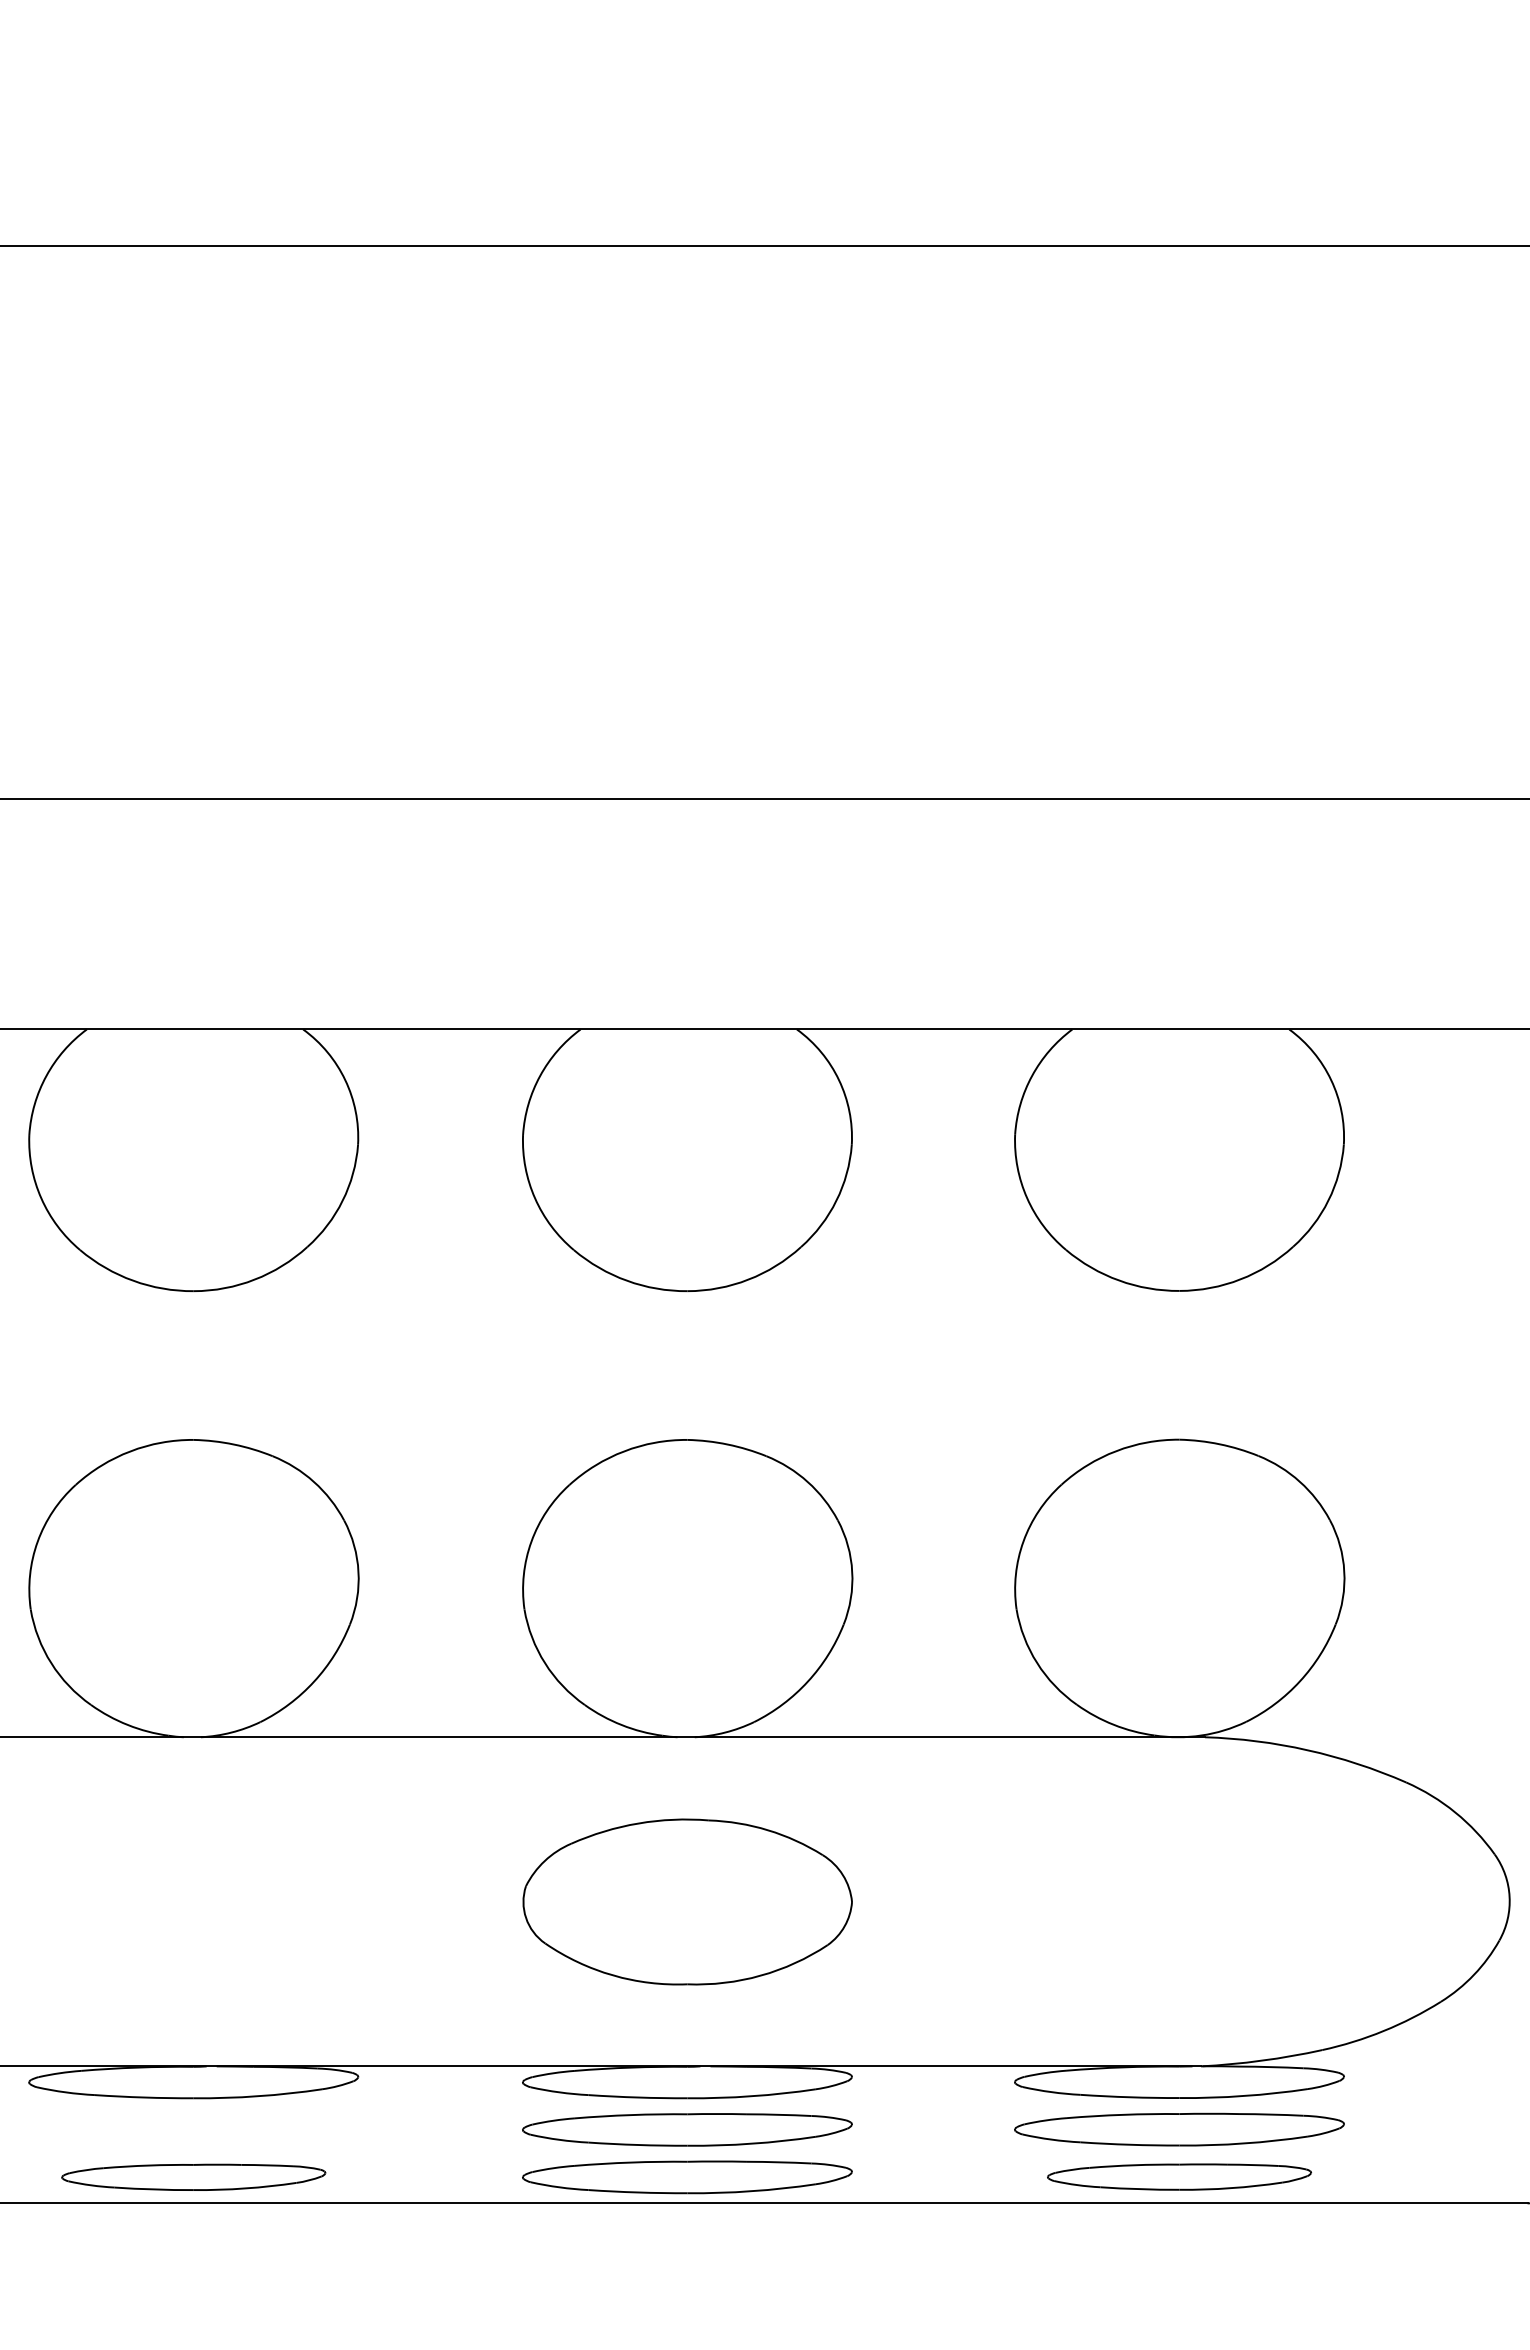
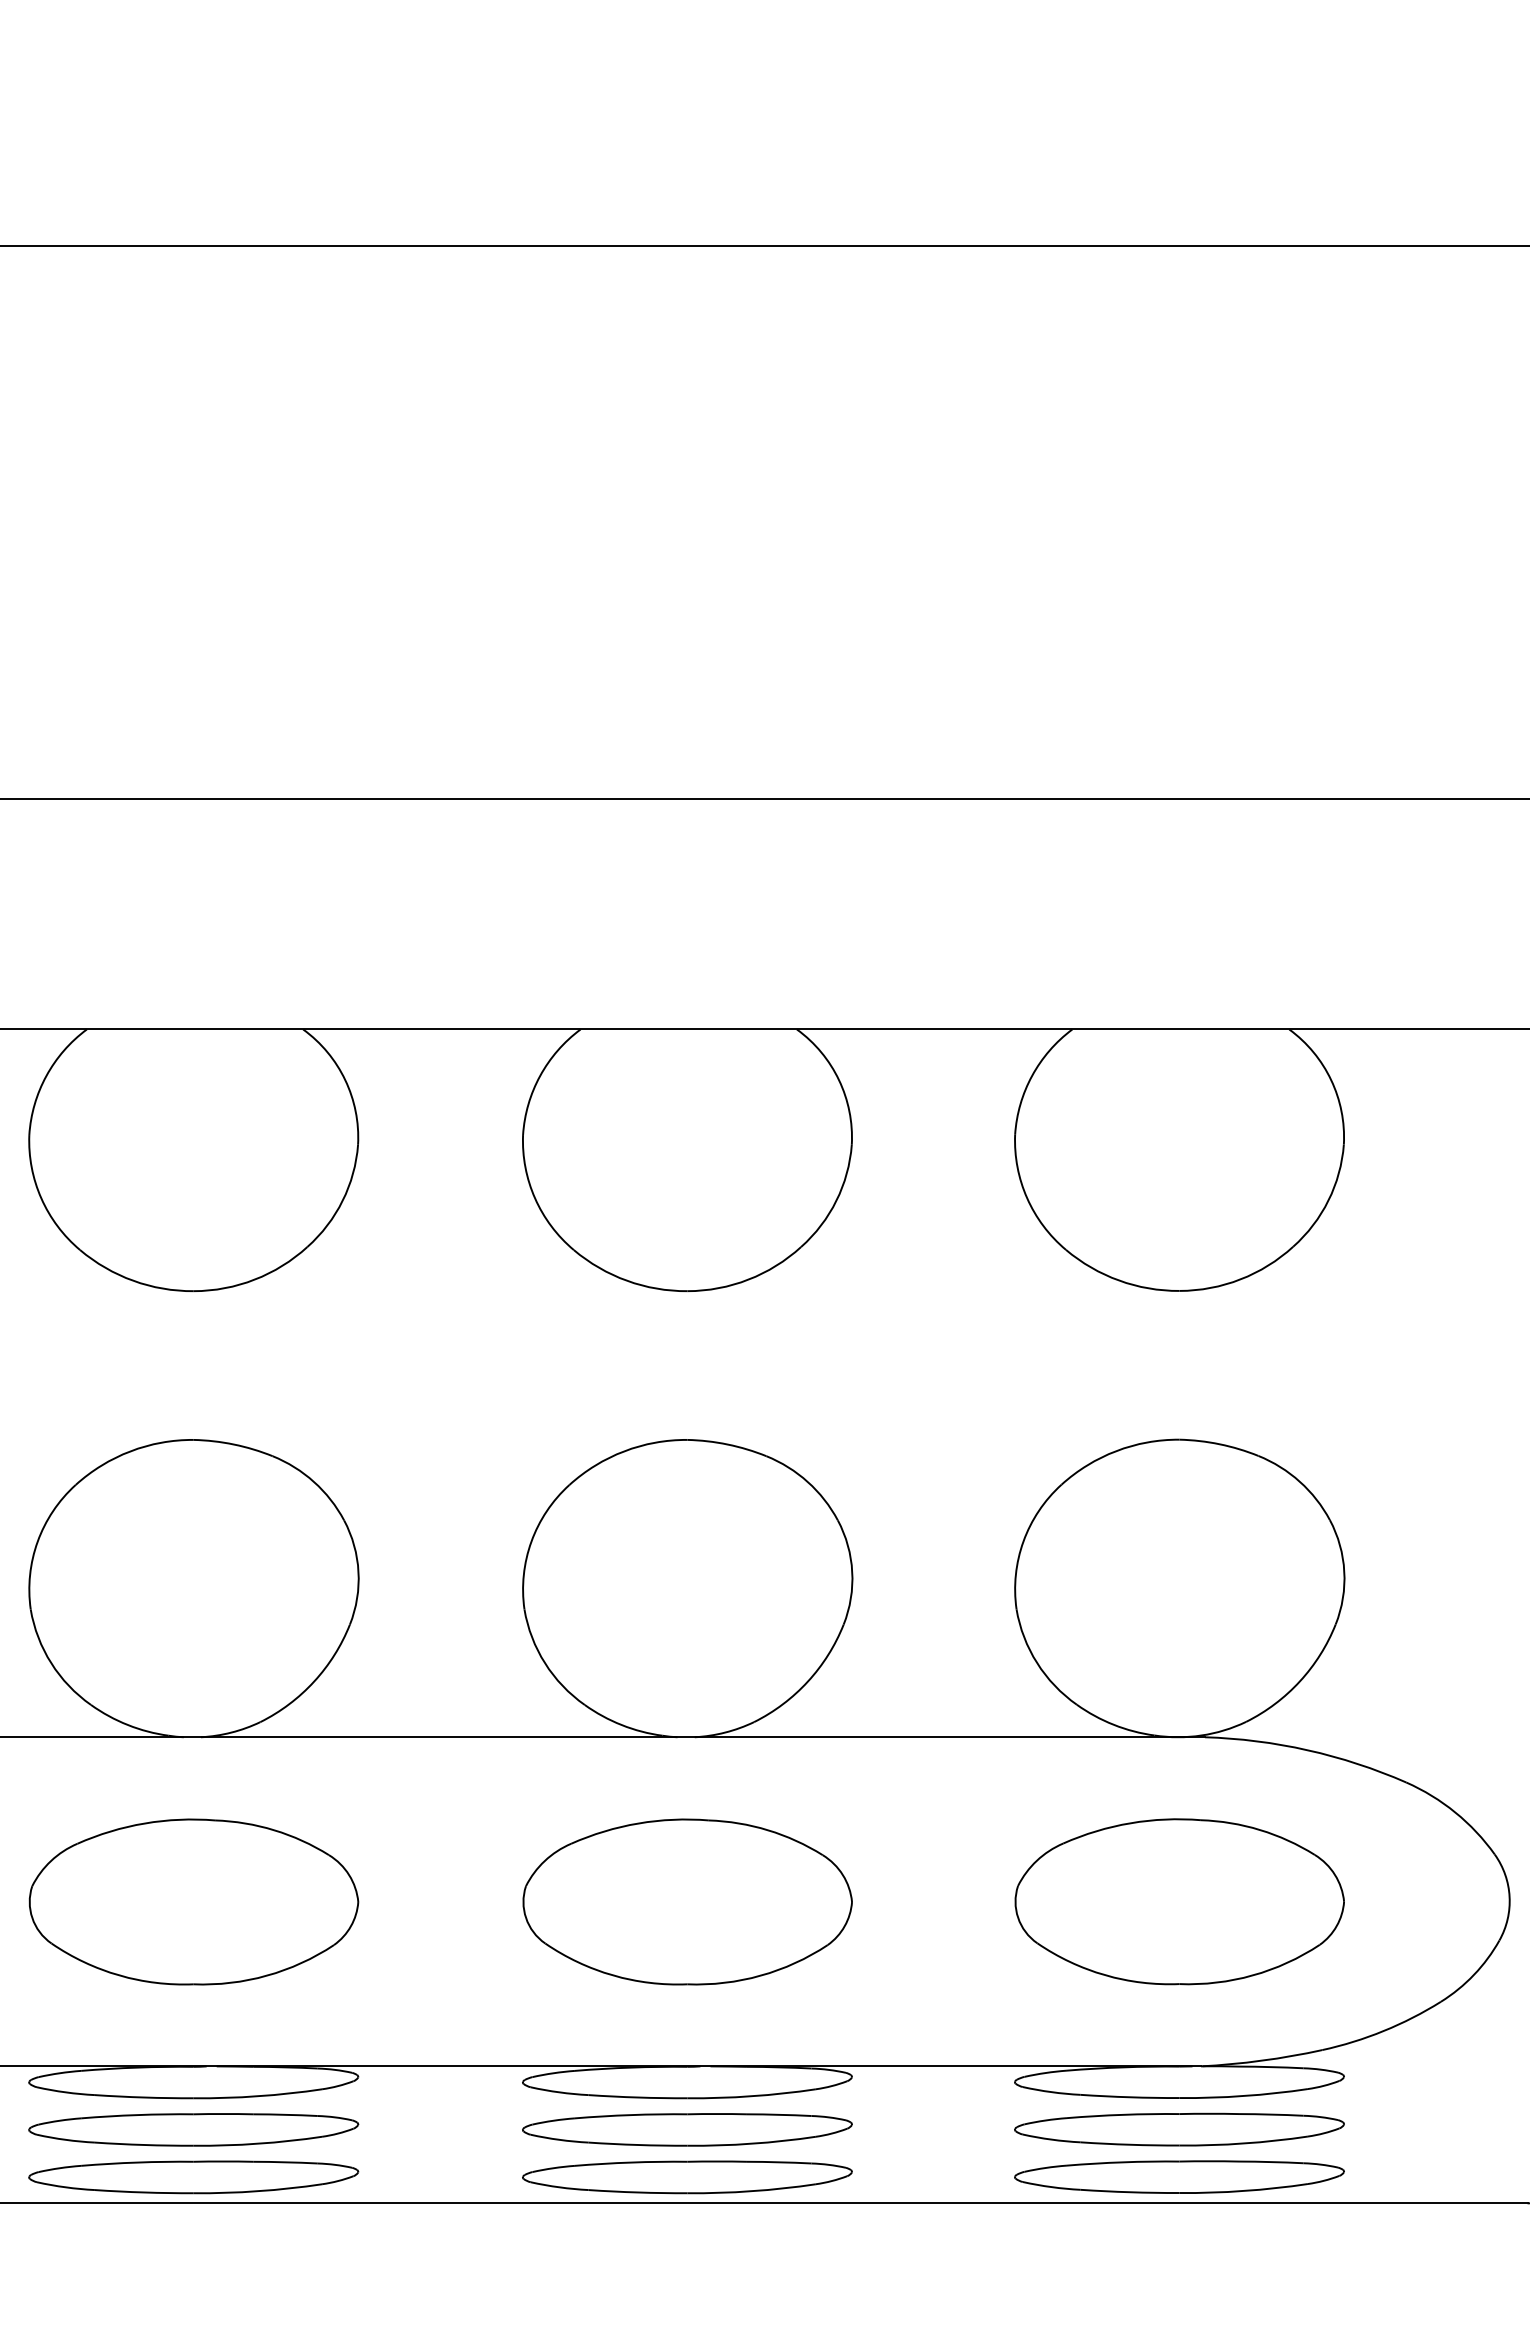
part at (193, 1901): none -> present
part at (1179, 1901): none -> present
part at (193, 2129): none -> present
part at (193, 2176) size: 266x28 px -> 332x35 px
part at (1179, 2176) size: 265x28 px -> 331x34 px
